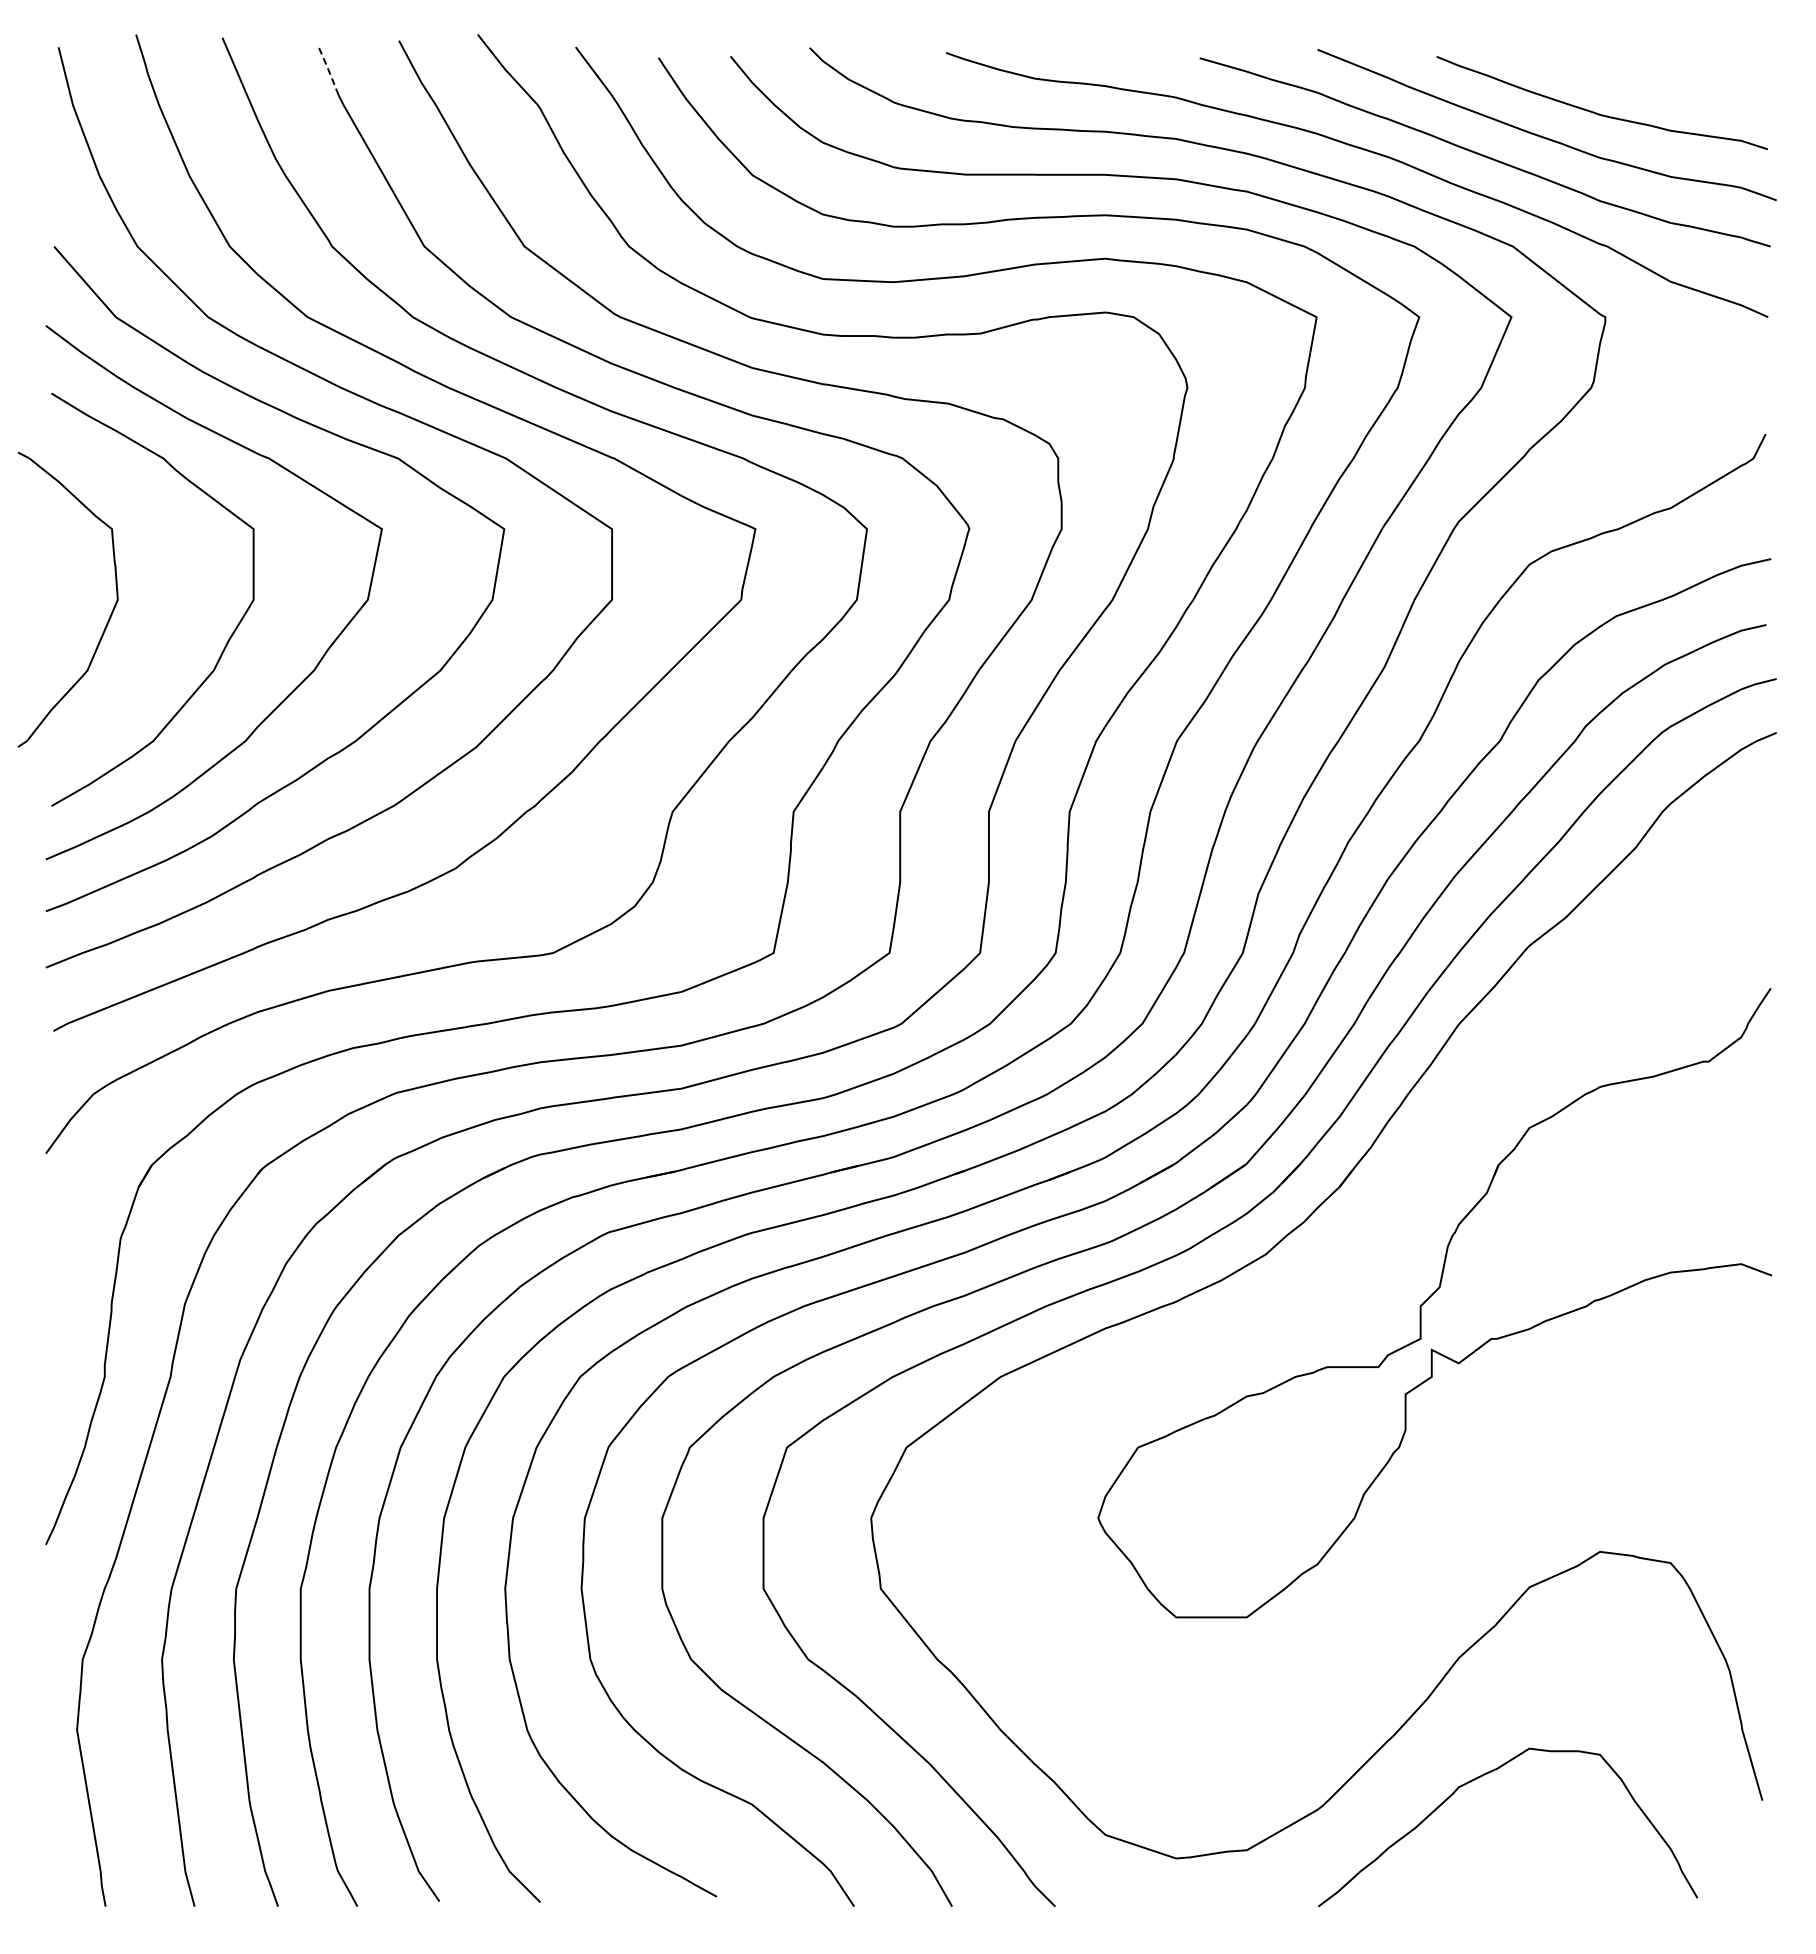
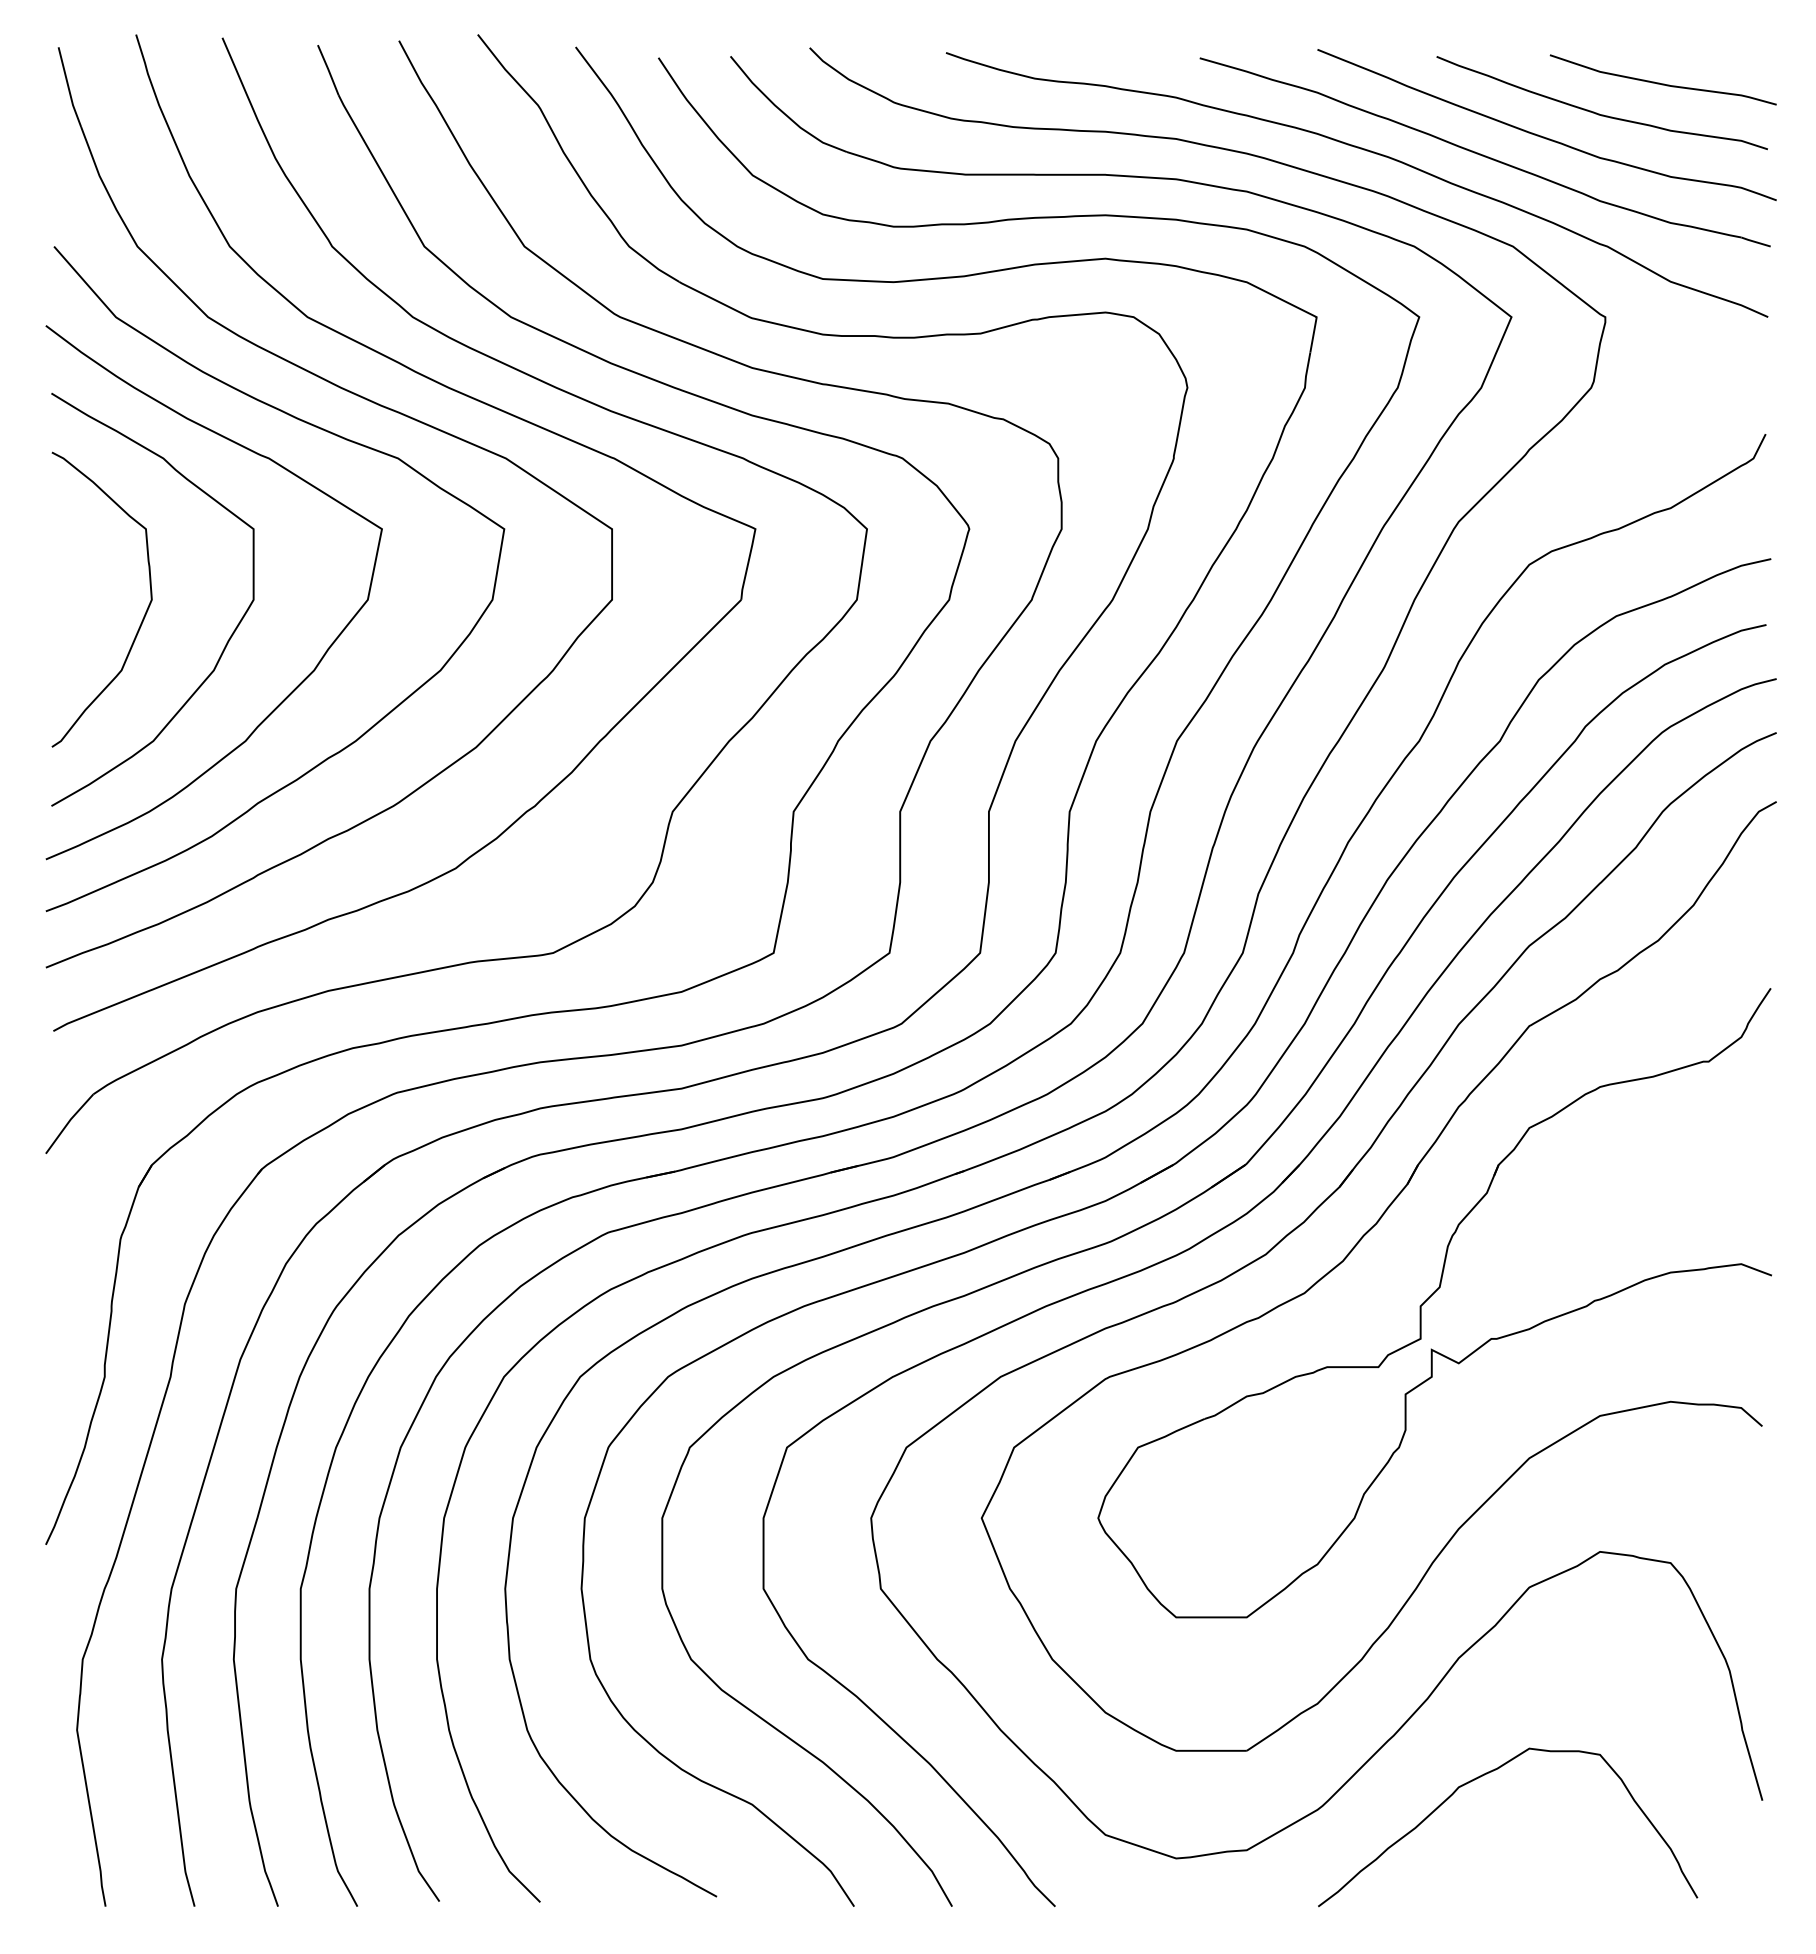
line at (328, 69): dashed -> solid
curve at (1662, 83): none -> present
curve at (108, 618) position: (108, 618) -> (142, 618)
part at (1352, 1251): none -> present
